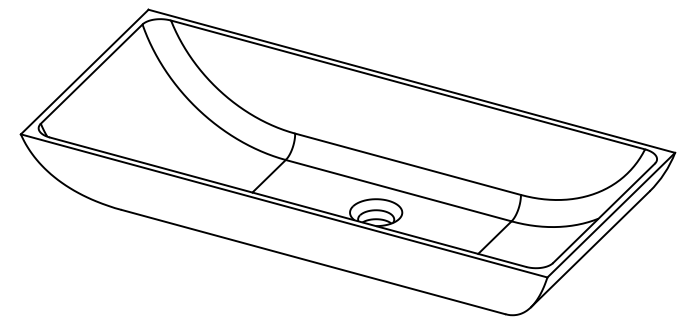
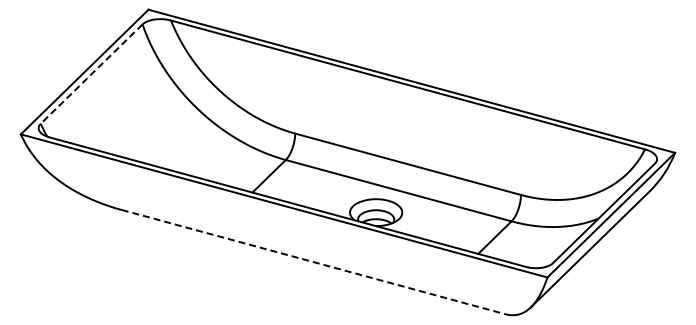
line at (91, 74): solid -> dashed
line at (313, 262): solid -> dashed
